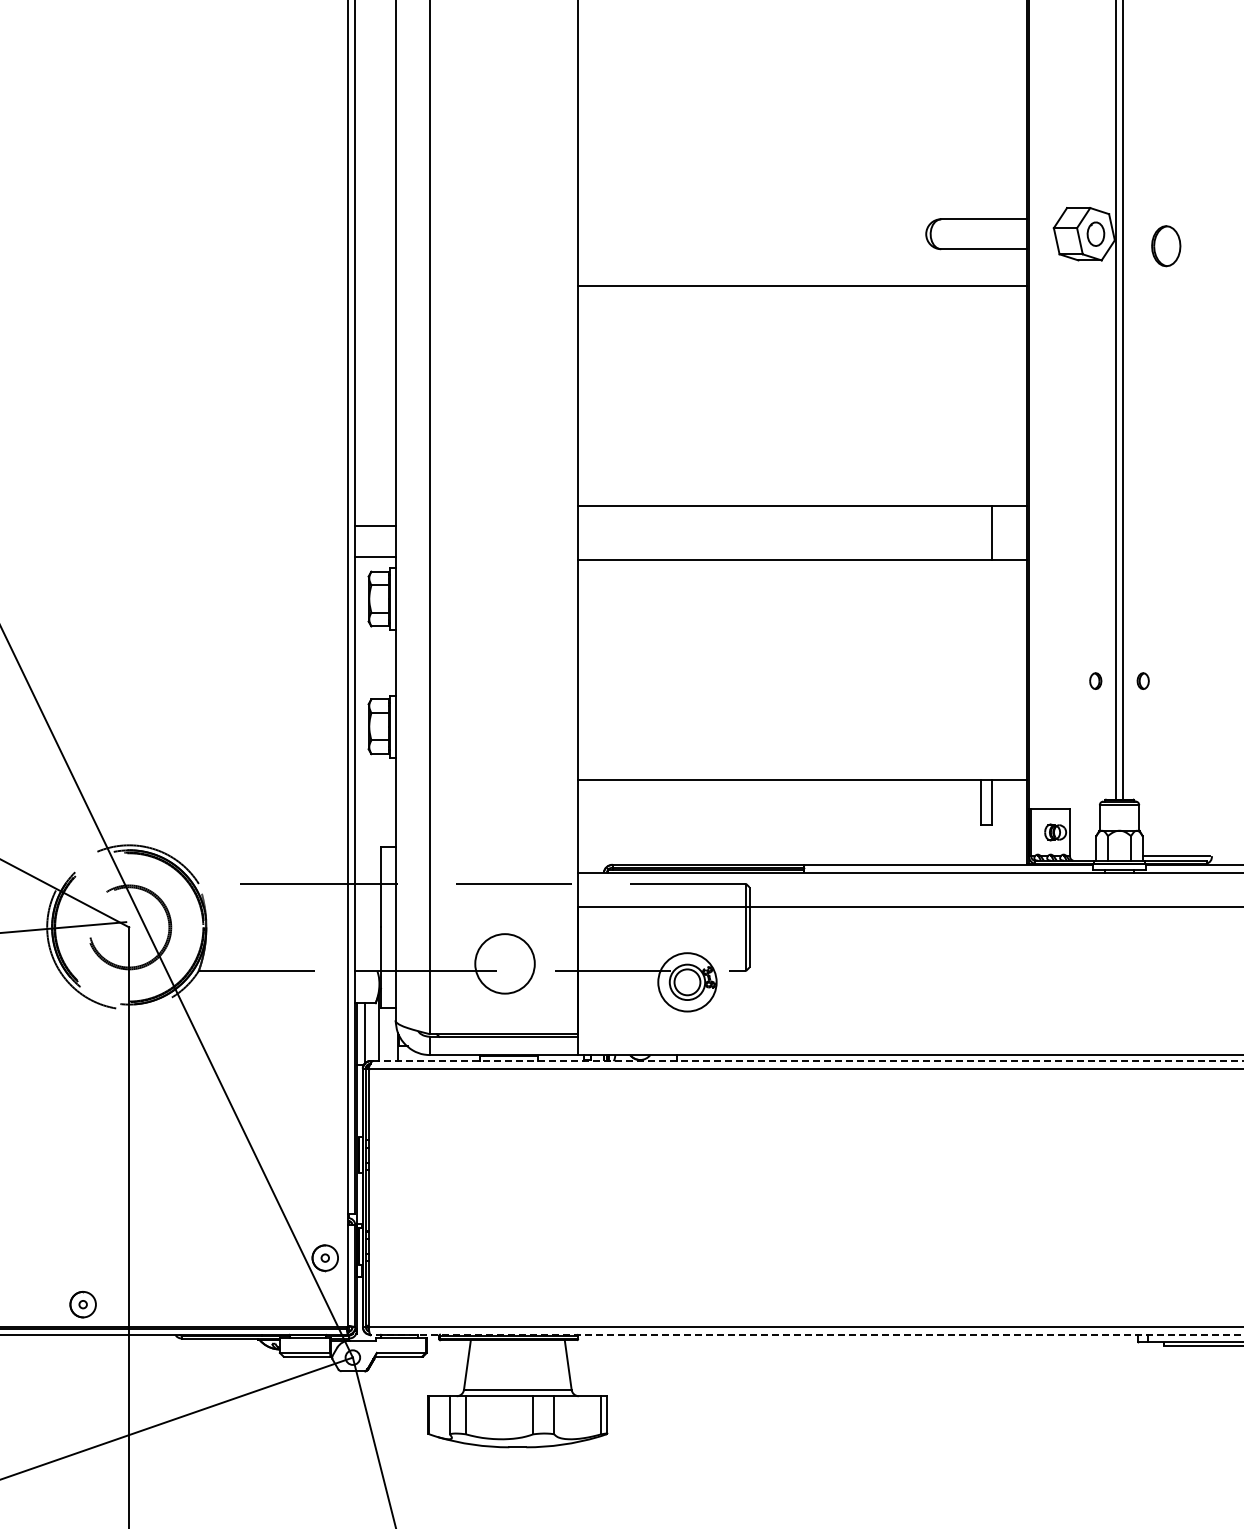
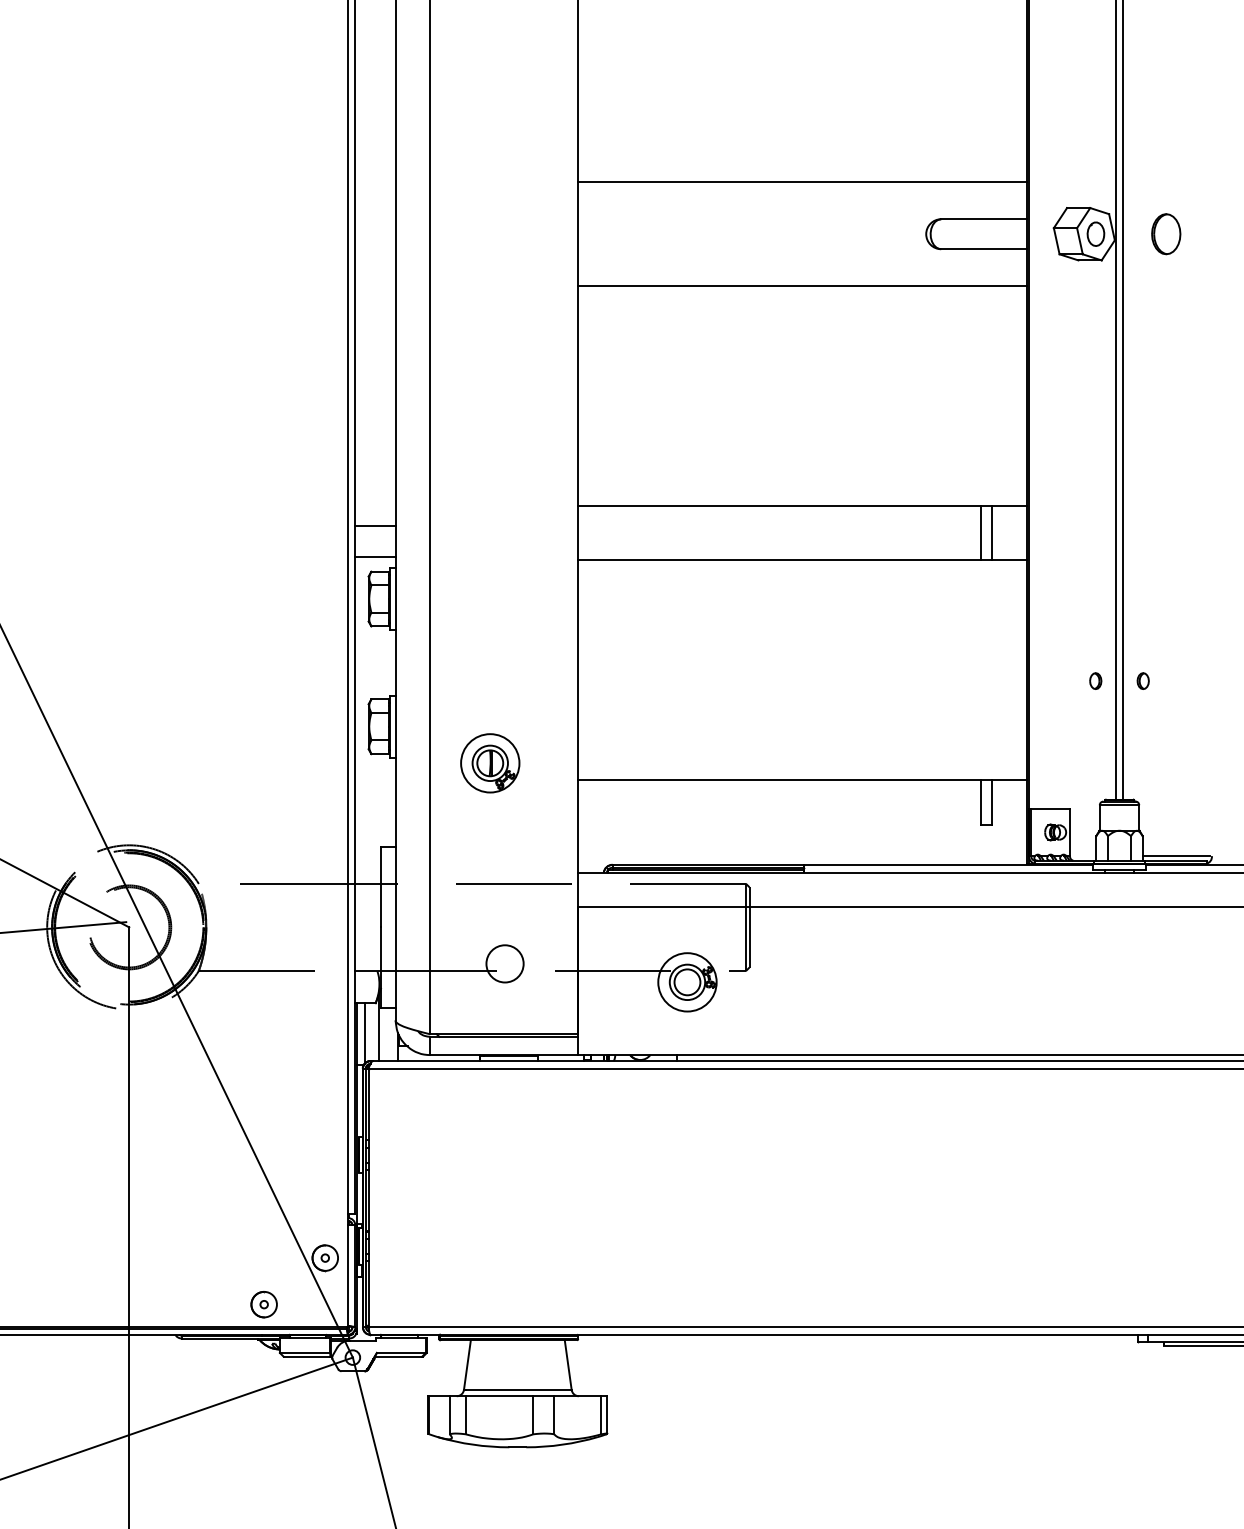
line at (802, 181): none -> present
part at (1166, 246) position: (1166, 246) -> (1166, 234)
line at (981, 533): none -> present
part at (490, 763): none -> present
circle at (504, 963) diameter: 60 px -> 37 px
line at (807, 1061): dashed -> solid
part at (82, 1304) position: (82, 1304) -> (263, 1304)
line at (806, 1334): dashed -> solid
